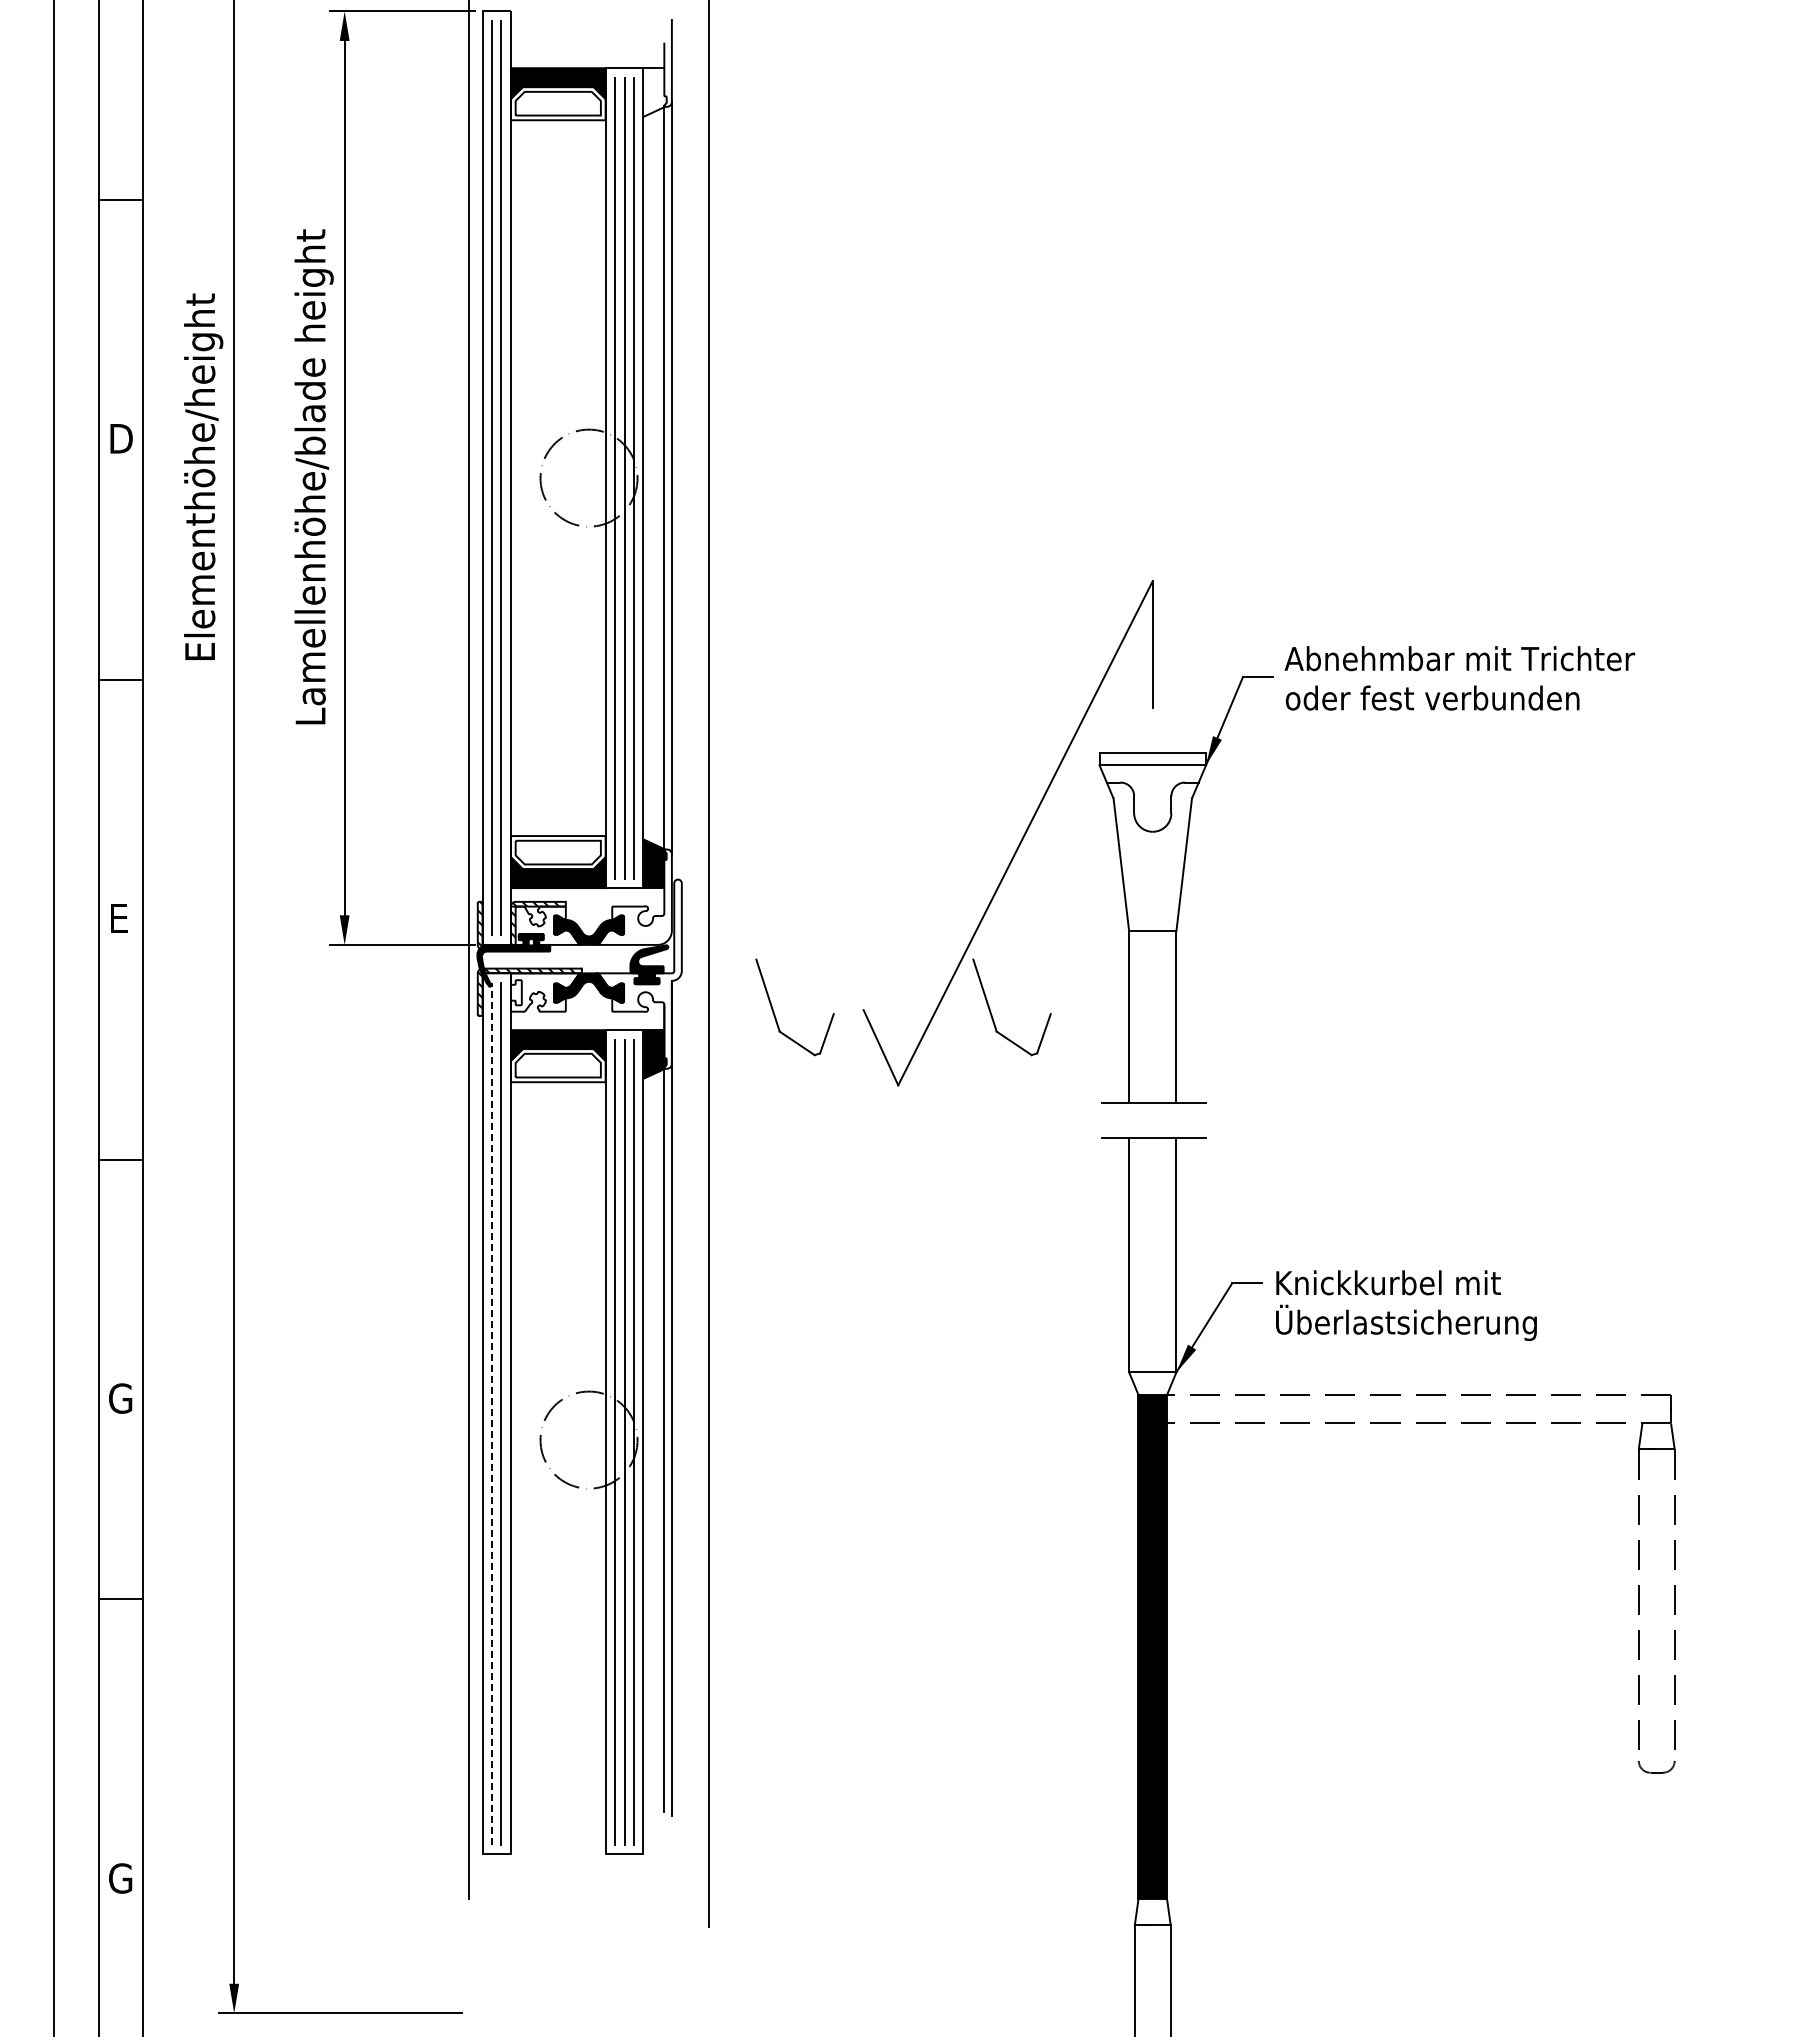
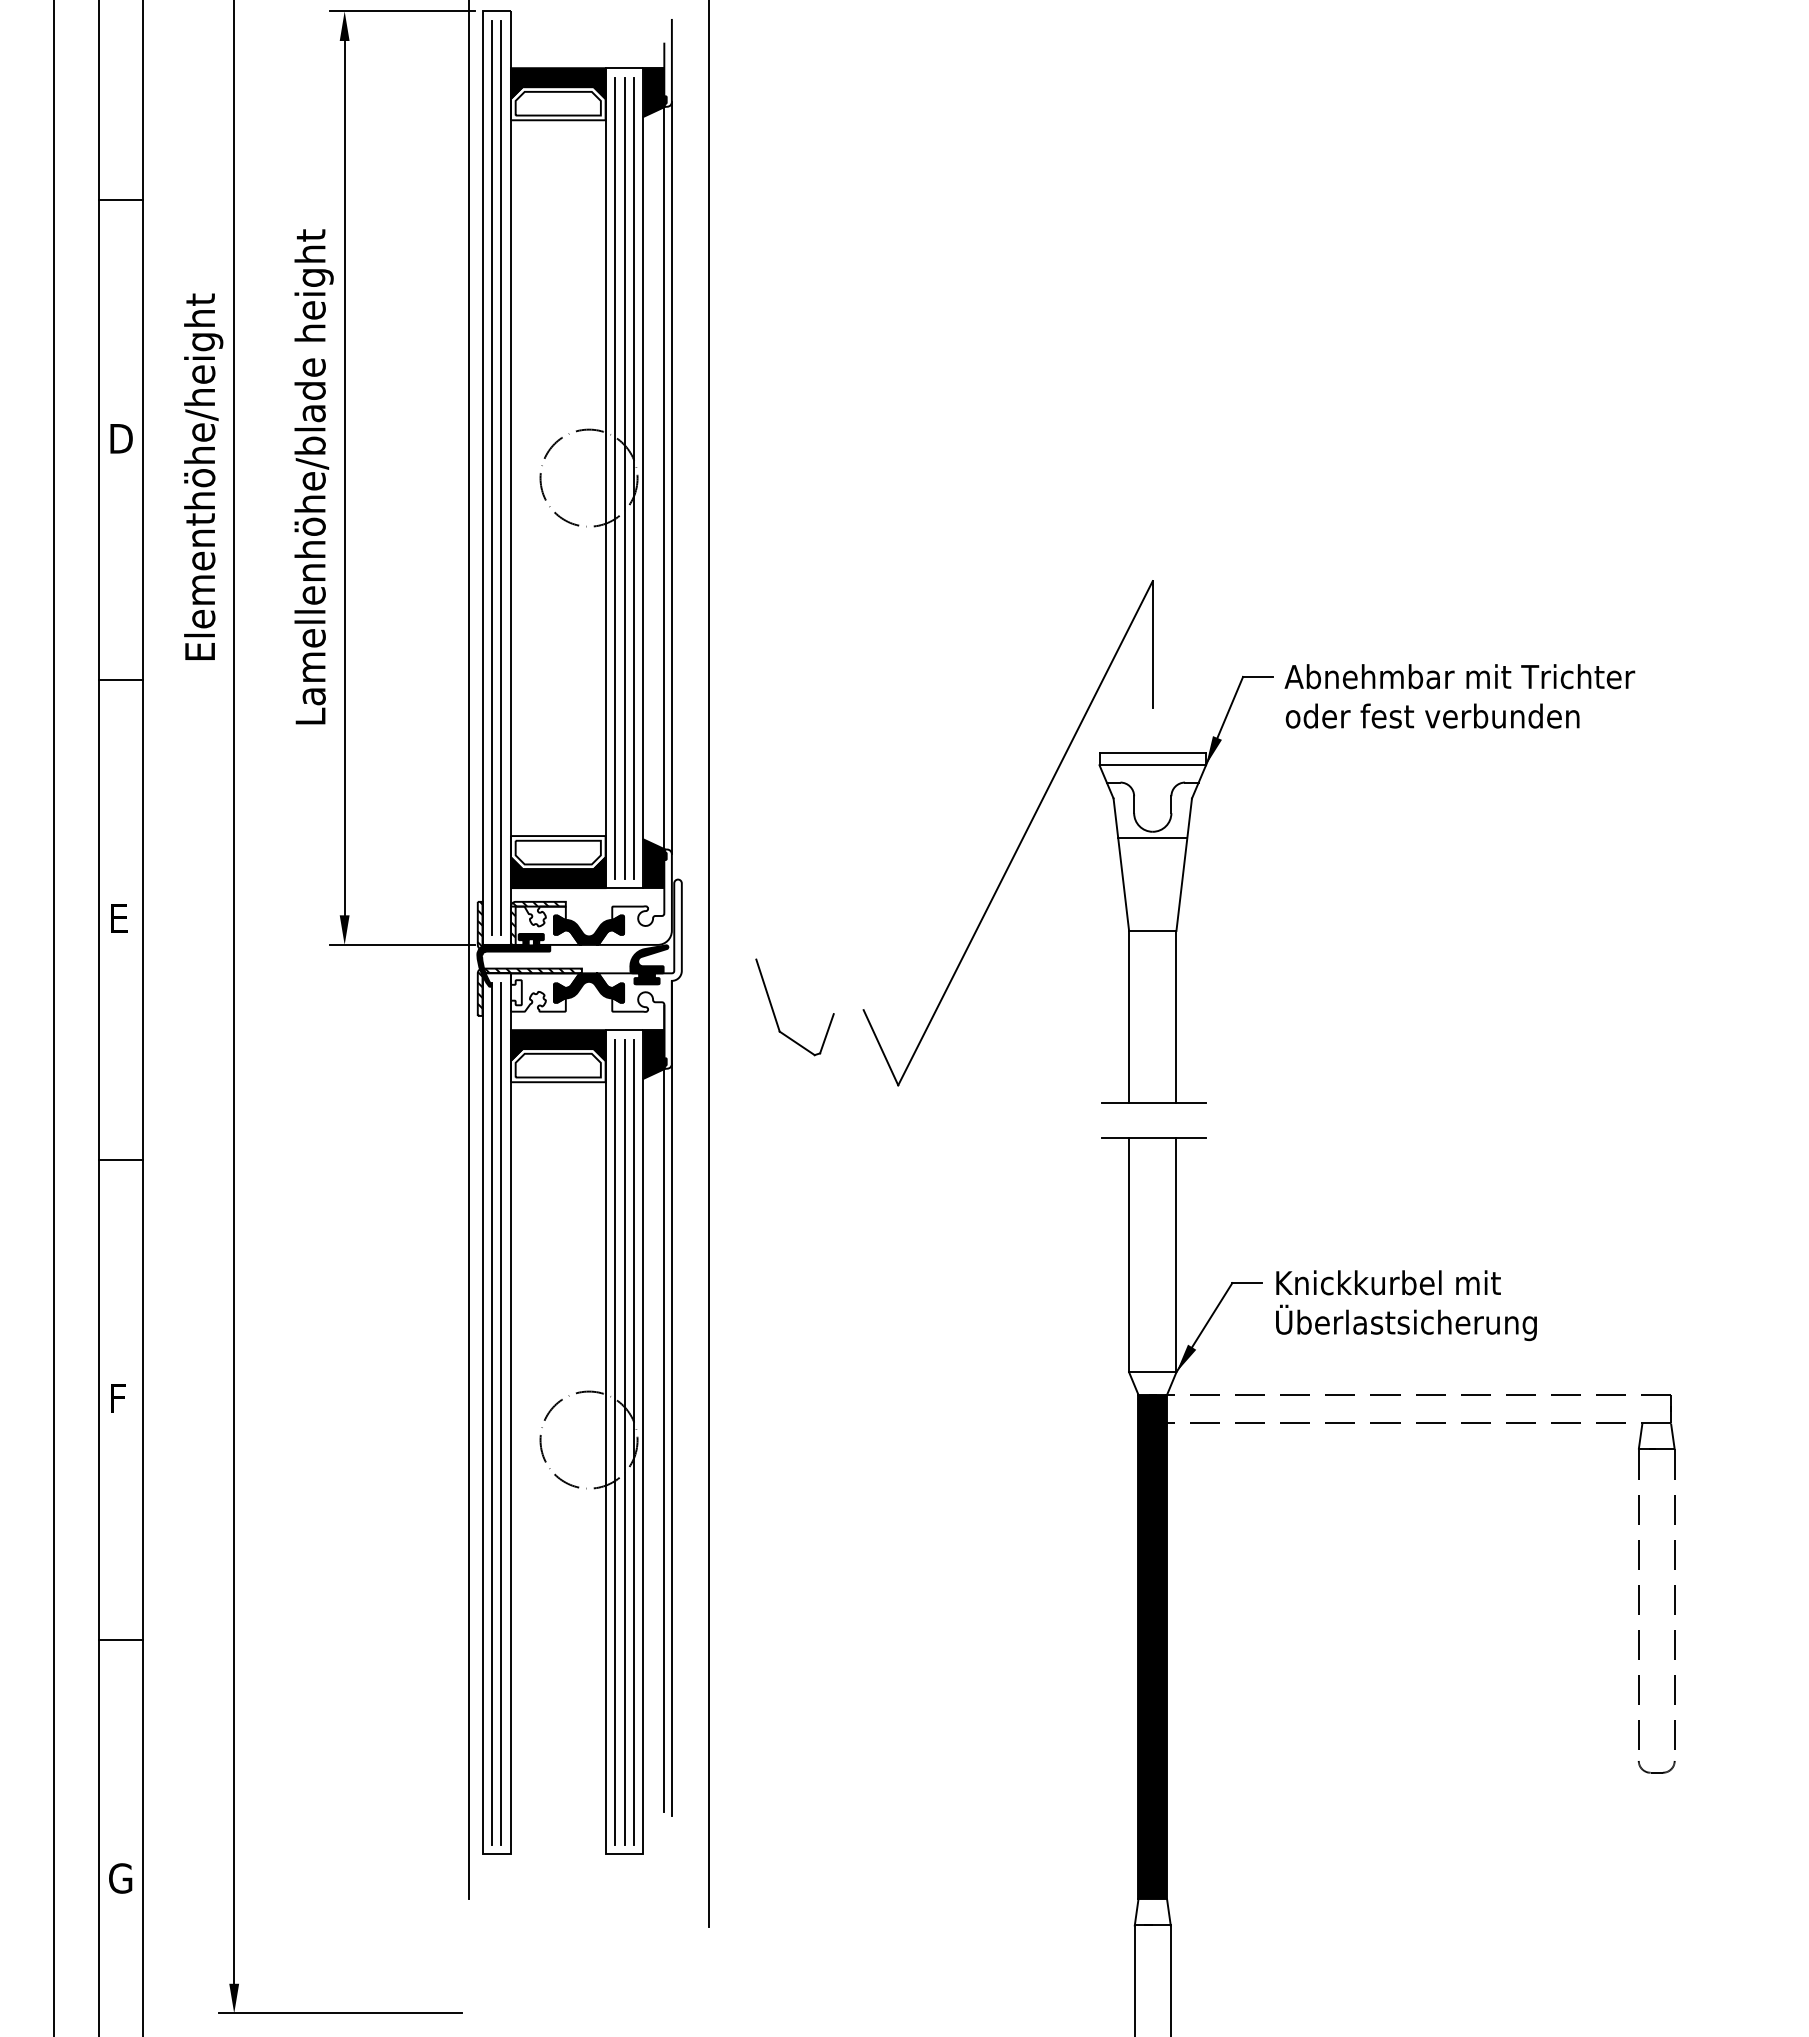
fill at (654, 92): none -> present
text at (1459, 678) position: (1459, 678) -> (1459, 696)
line at (1152, 837): none -> present
part at (992, 1014): present -> none
text at (120, 1398): G -> F
line at (492, 1413): dashed -> solid
line at (120, 1598) position: (120, 1598) -> (120, 1639)
